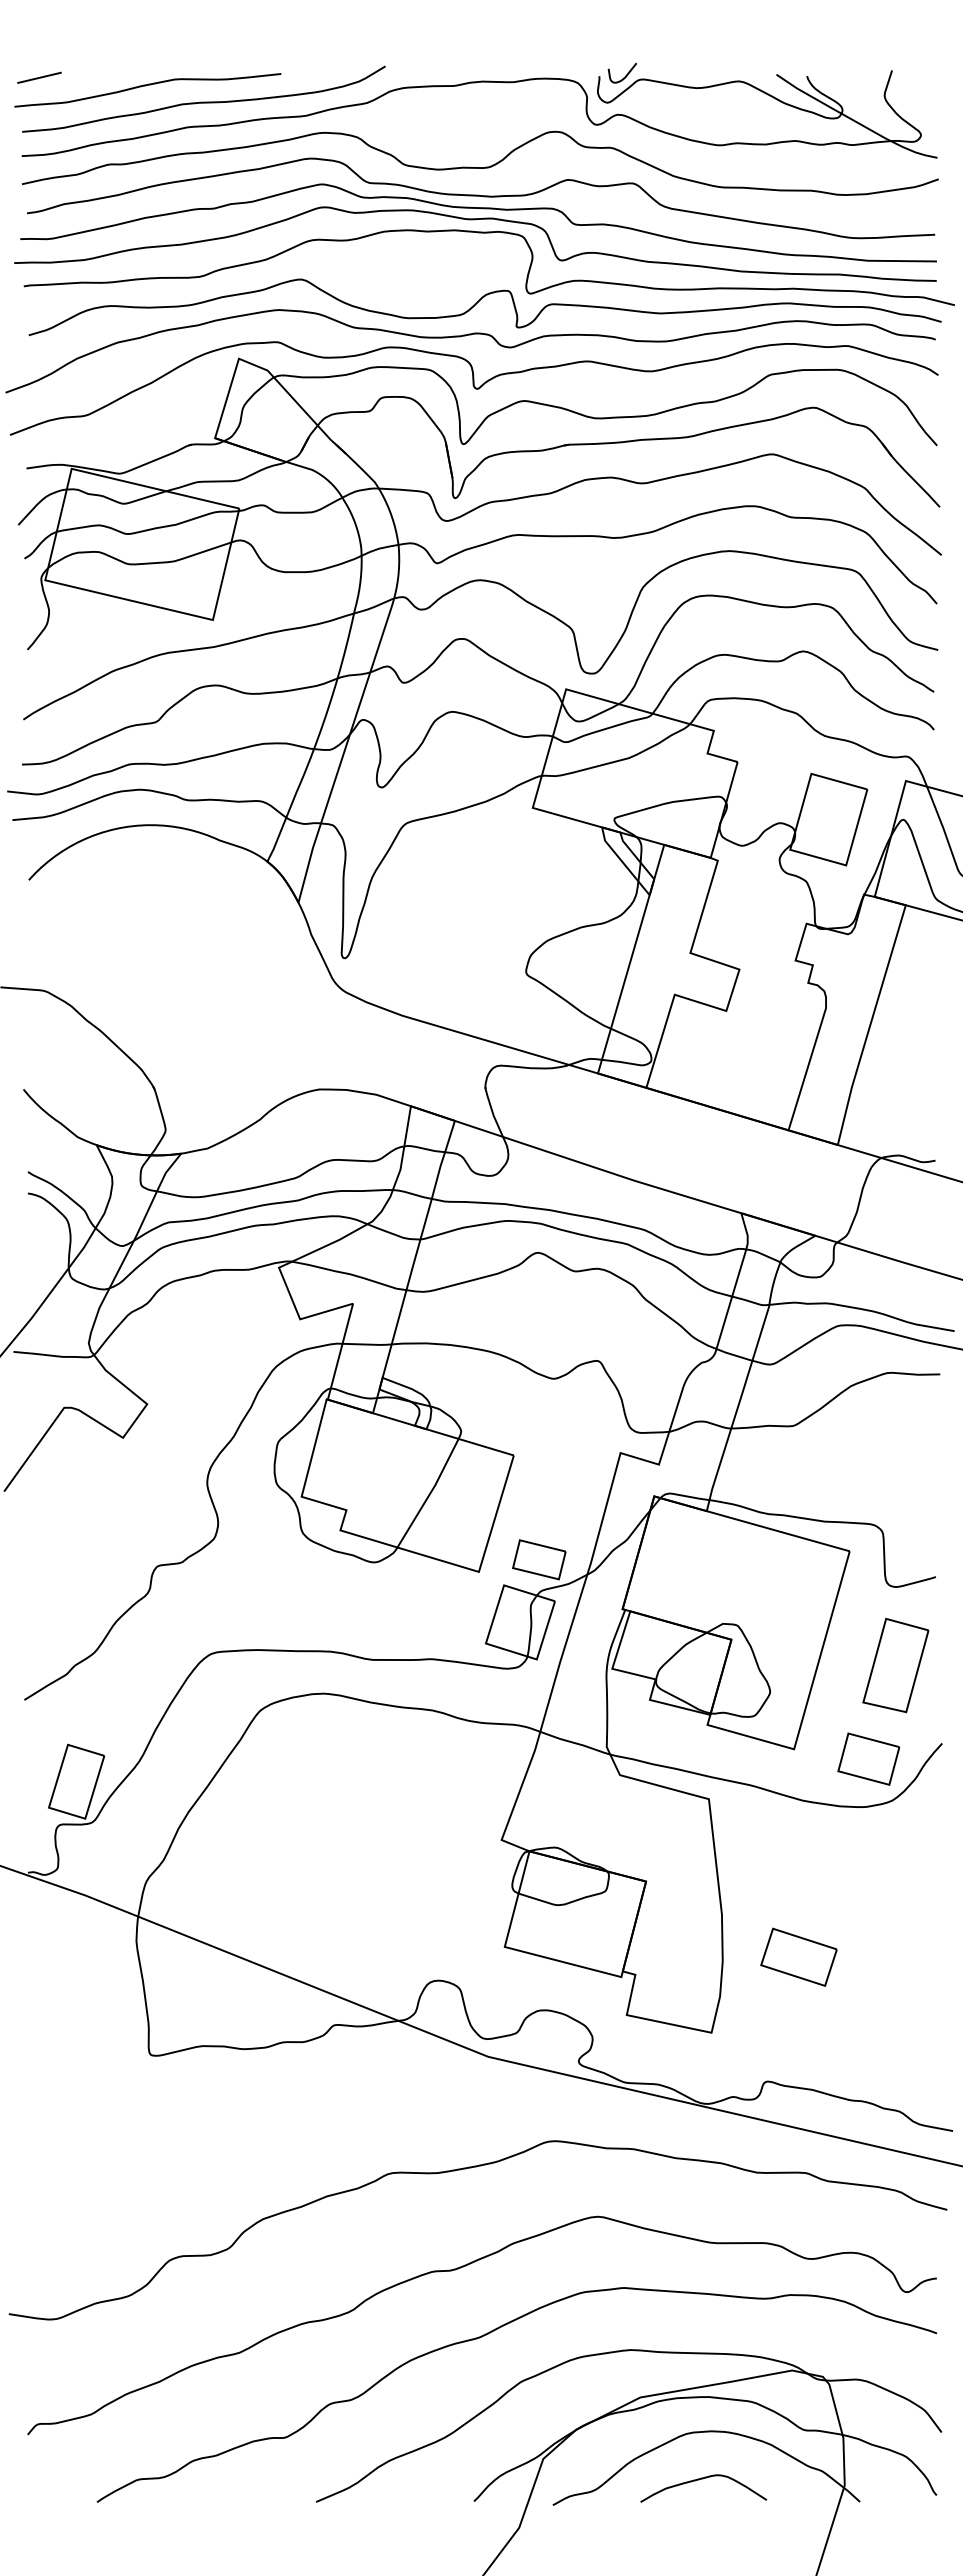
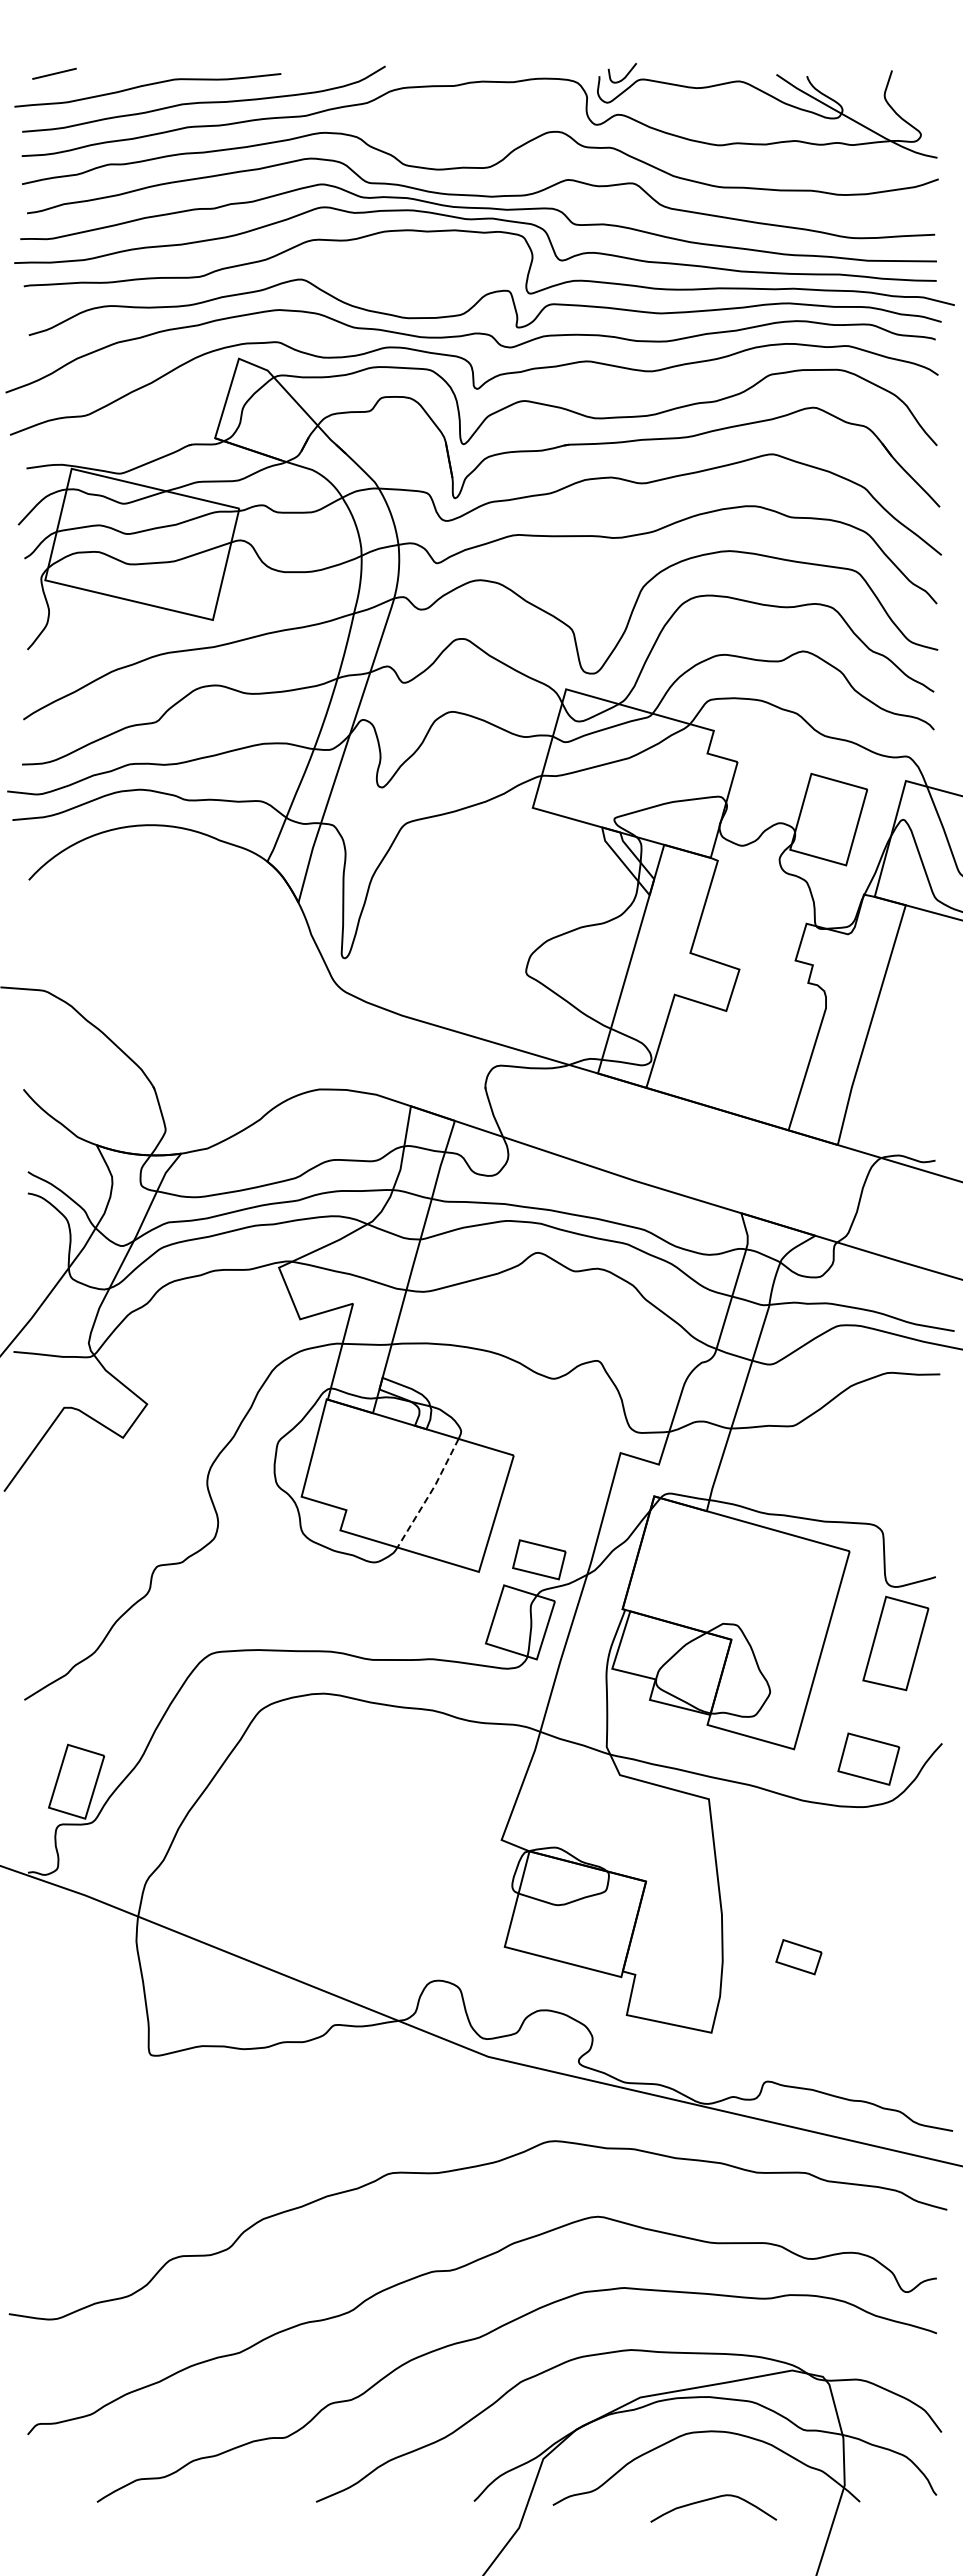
line at (39, 77) position: (39, 77) -> (54, 73)
line at (430, 1493): solid -> dashed
part at (895, 1665) position: (895, 1665) -> (895, 1643)
part at (798, 1956) size: 78x60 px -> 48x37 px
curve at (699, 2480) position: (699, 2480) -> (709, 2500)
